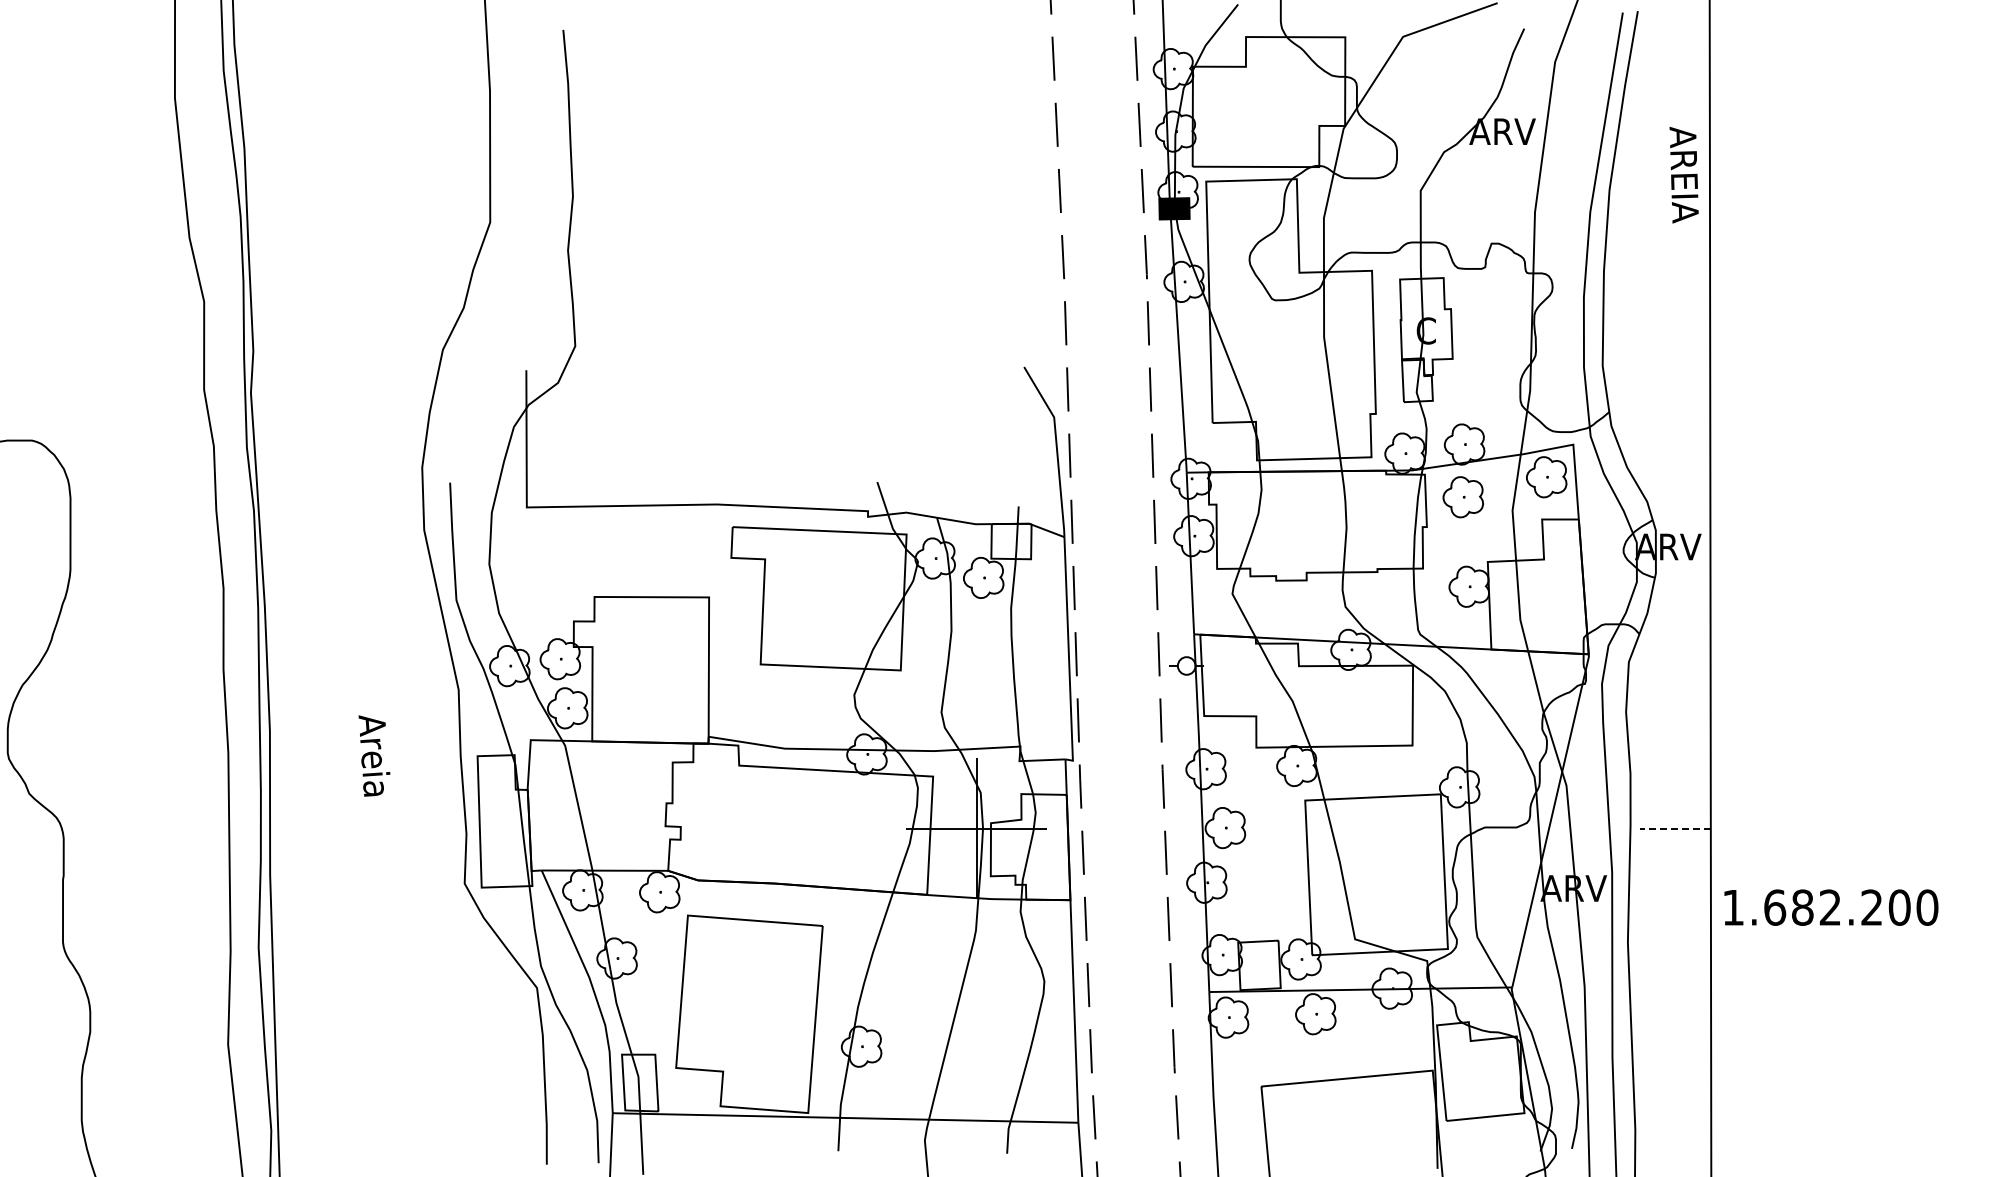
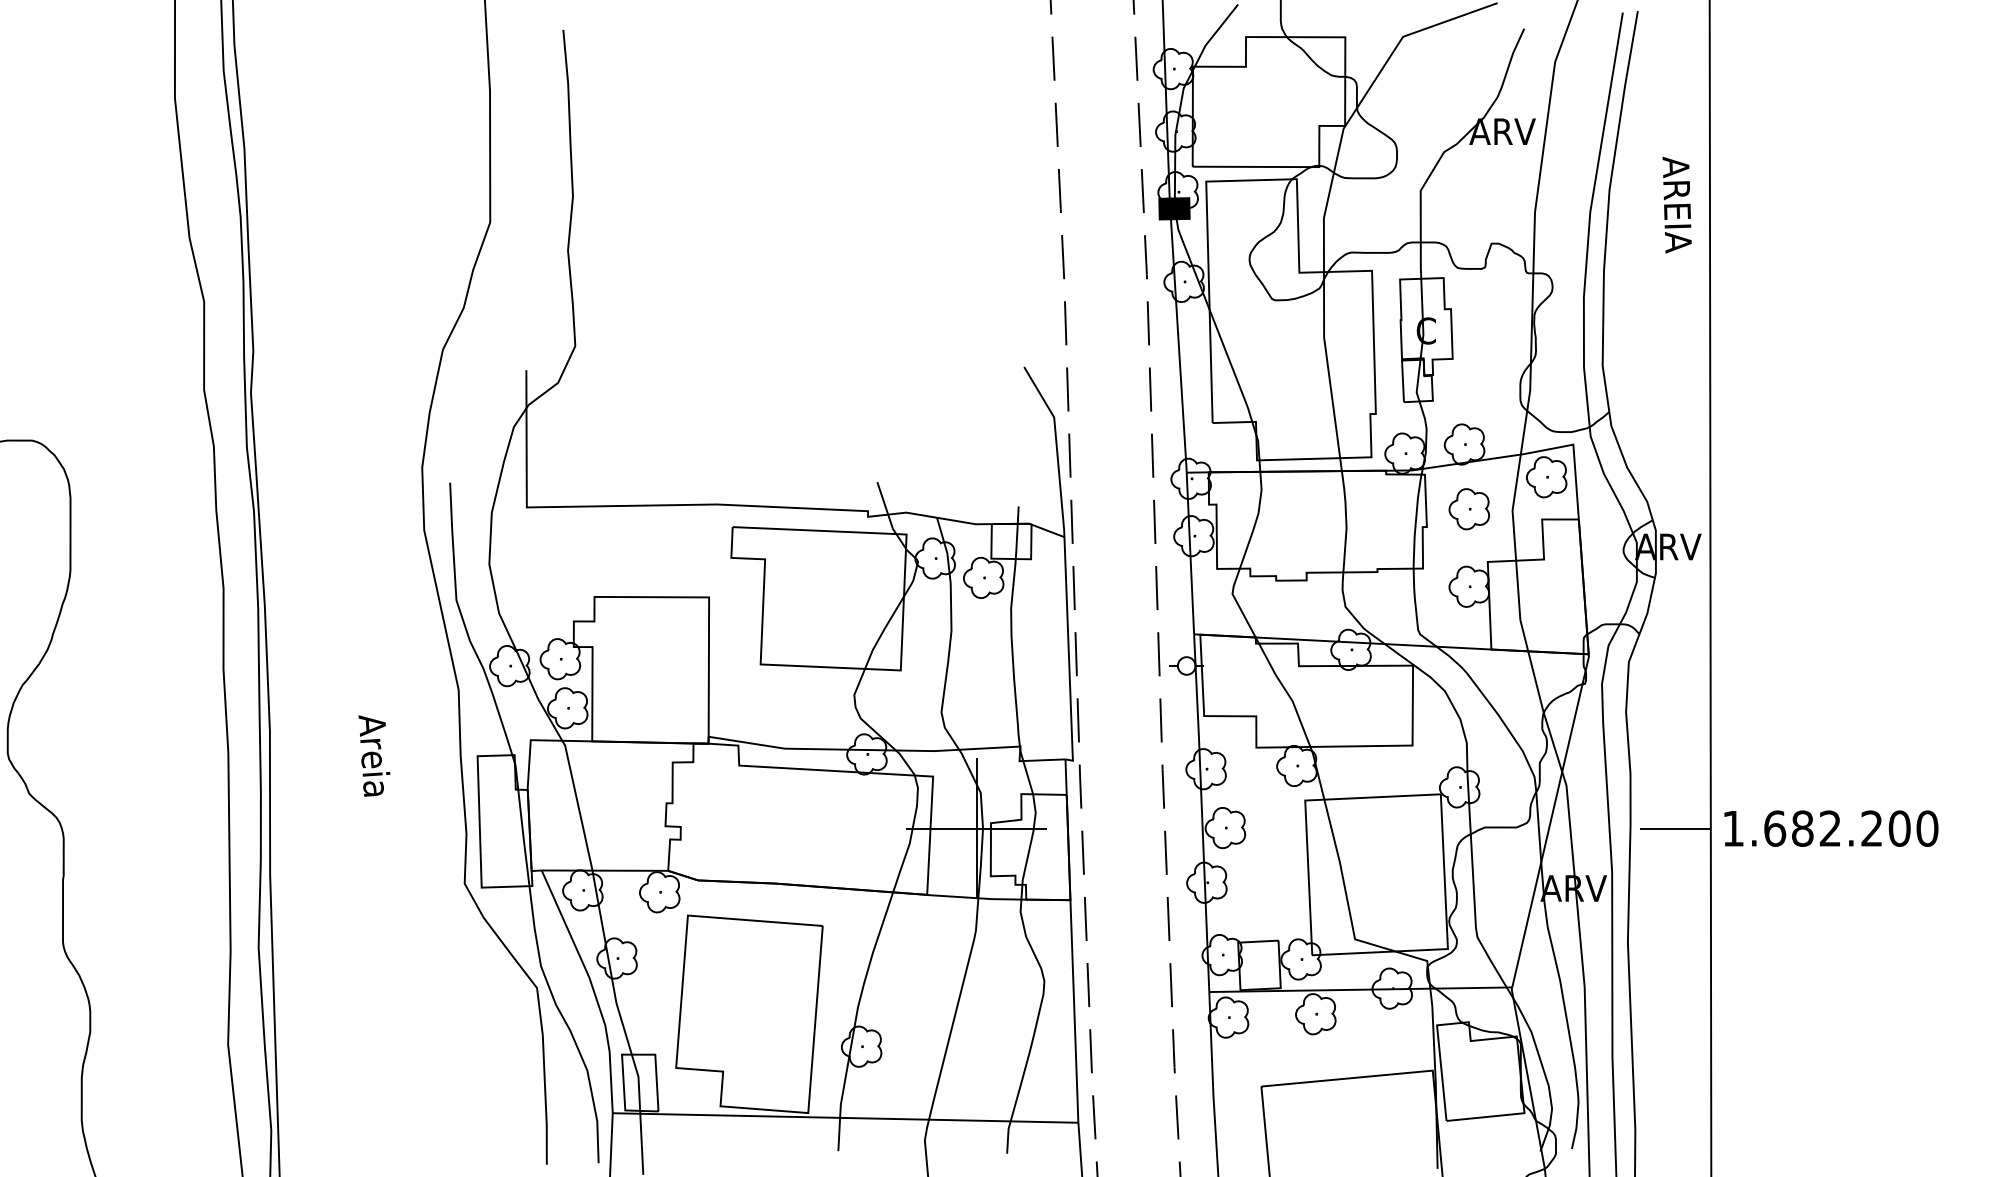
text at (1683, 174) position: (1683, 174) -> (1676, 204)
part at (1462, 497) position: (1462, 497) -> (1468, 509)
line at (1675, 828): dashed -> solid
text at (1831, 907) position: (1831, 907) -> (1831, 828)
